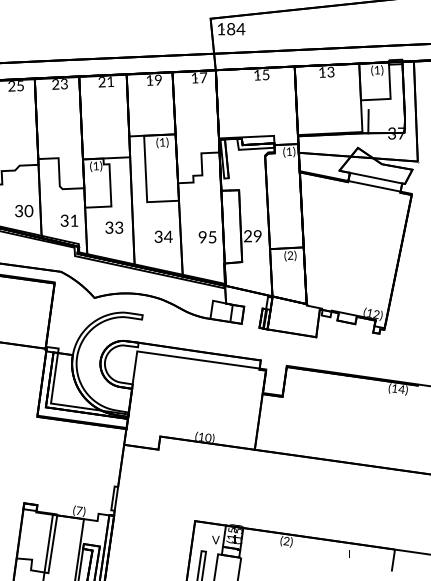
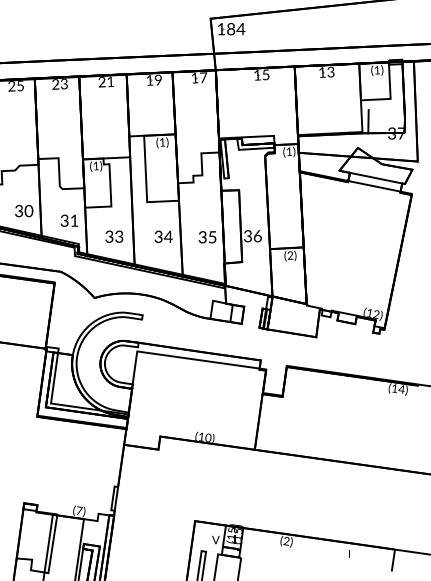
part at (114, 227) position: (114, 227) -> (114, 236)
text at (252, 236): 29 -> 36
text at (202, 237): 95 -> 35
